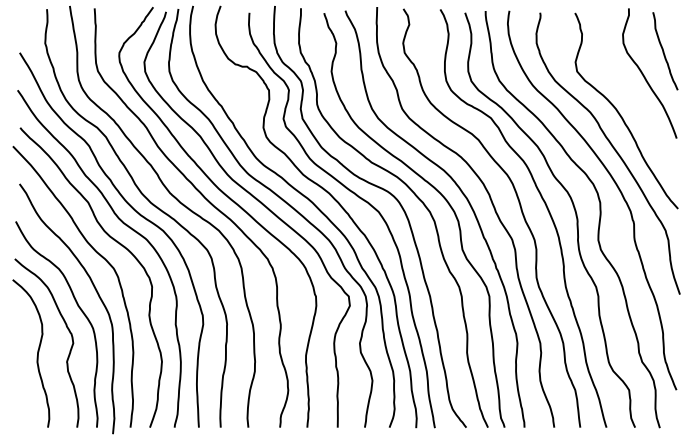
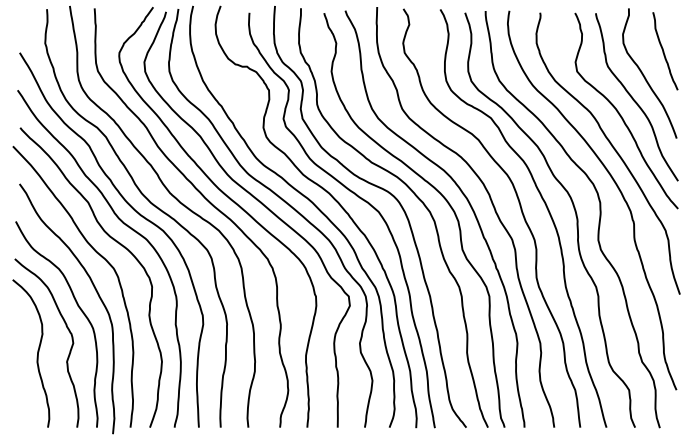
curve at (634, 99): none -> present
